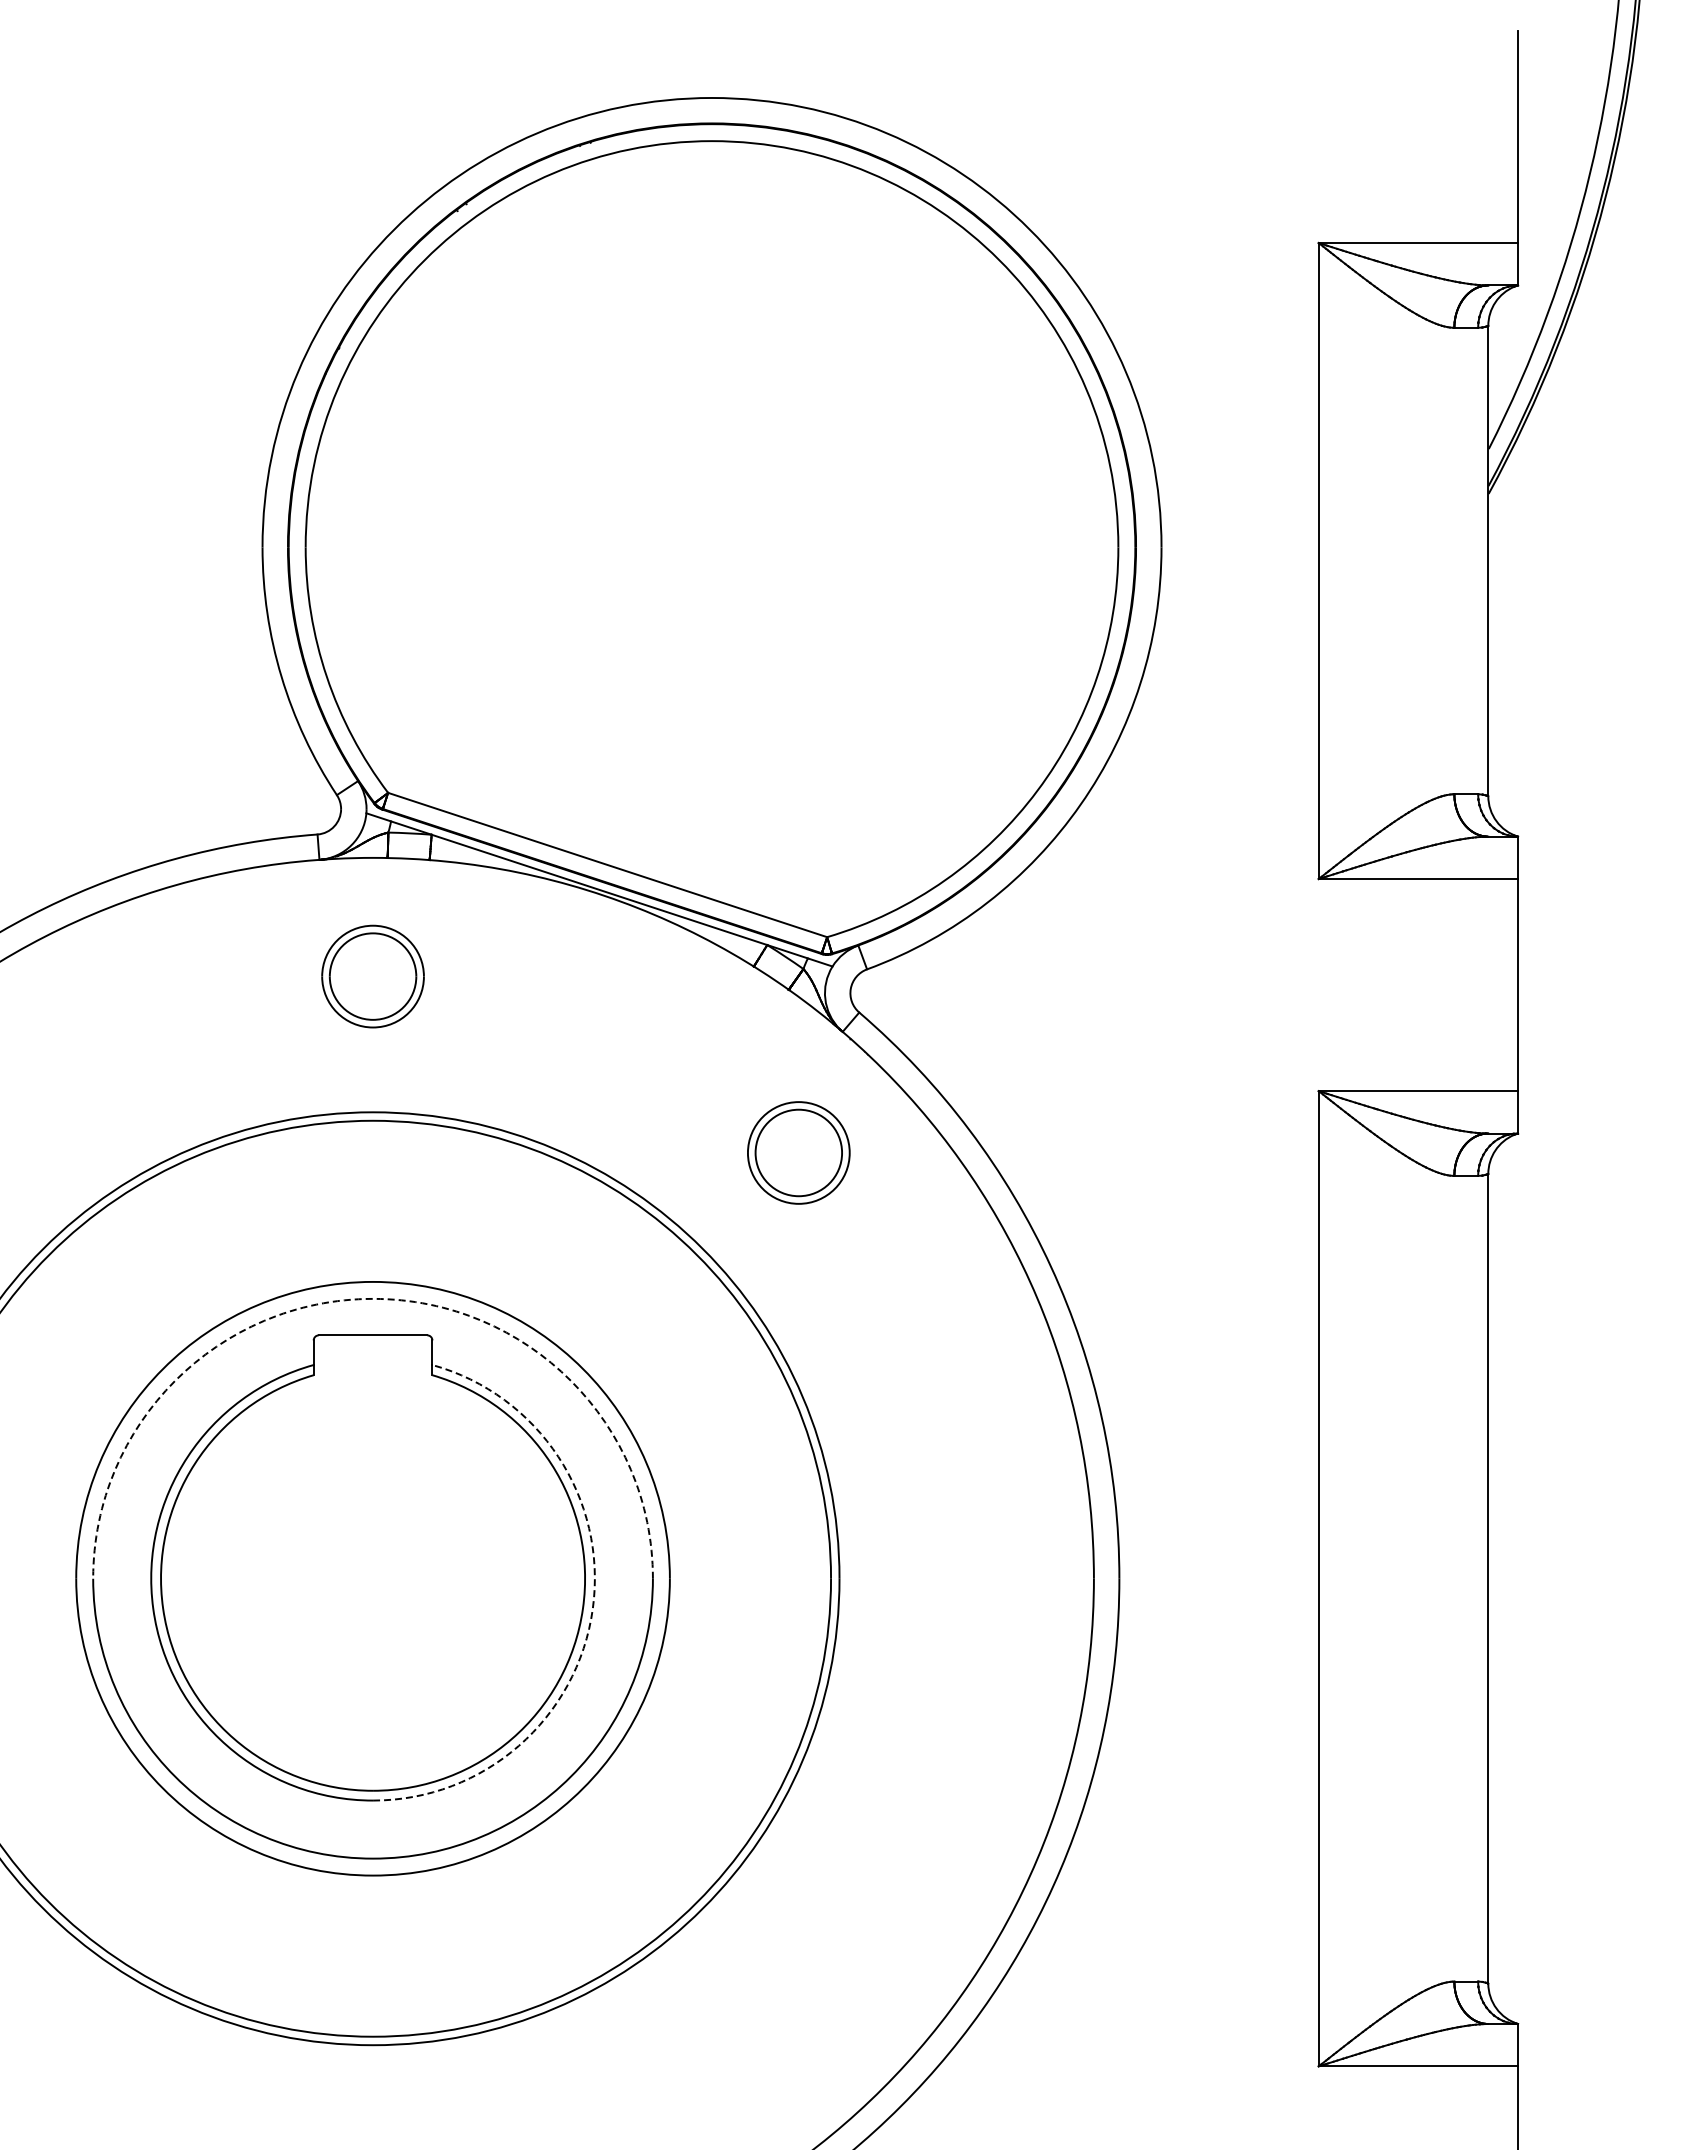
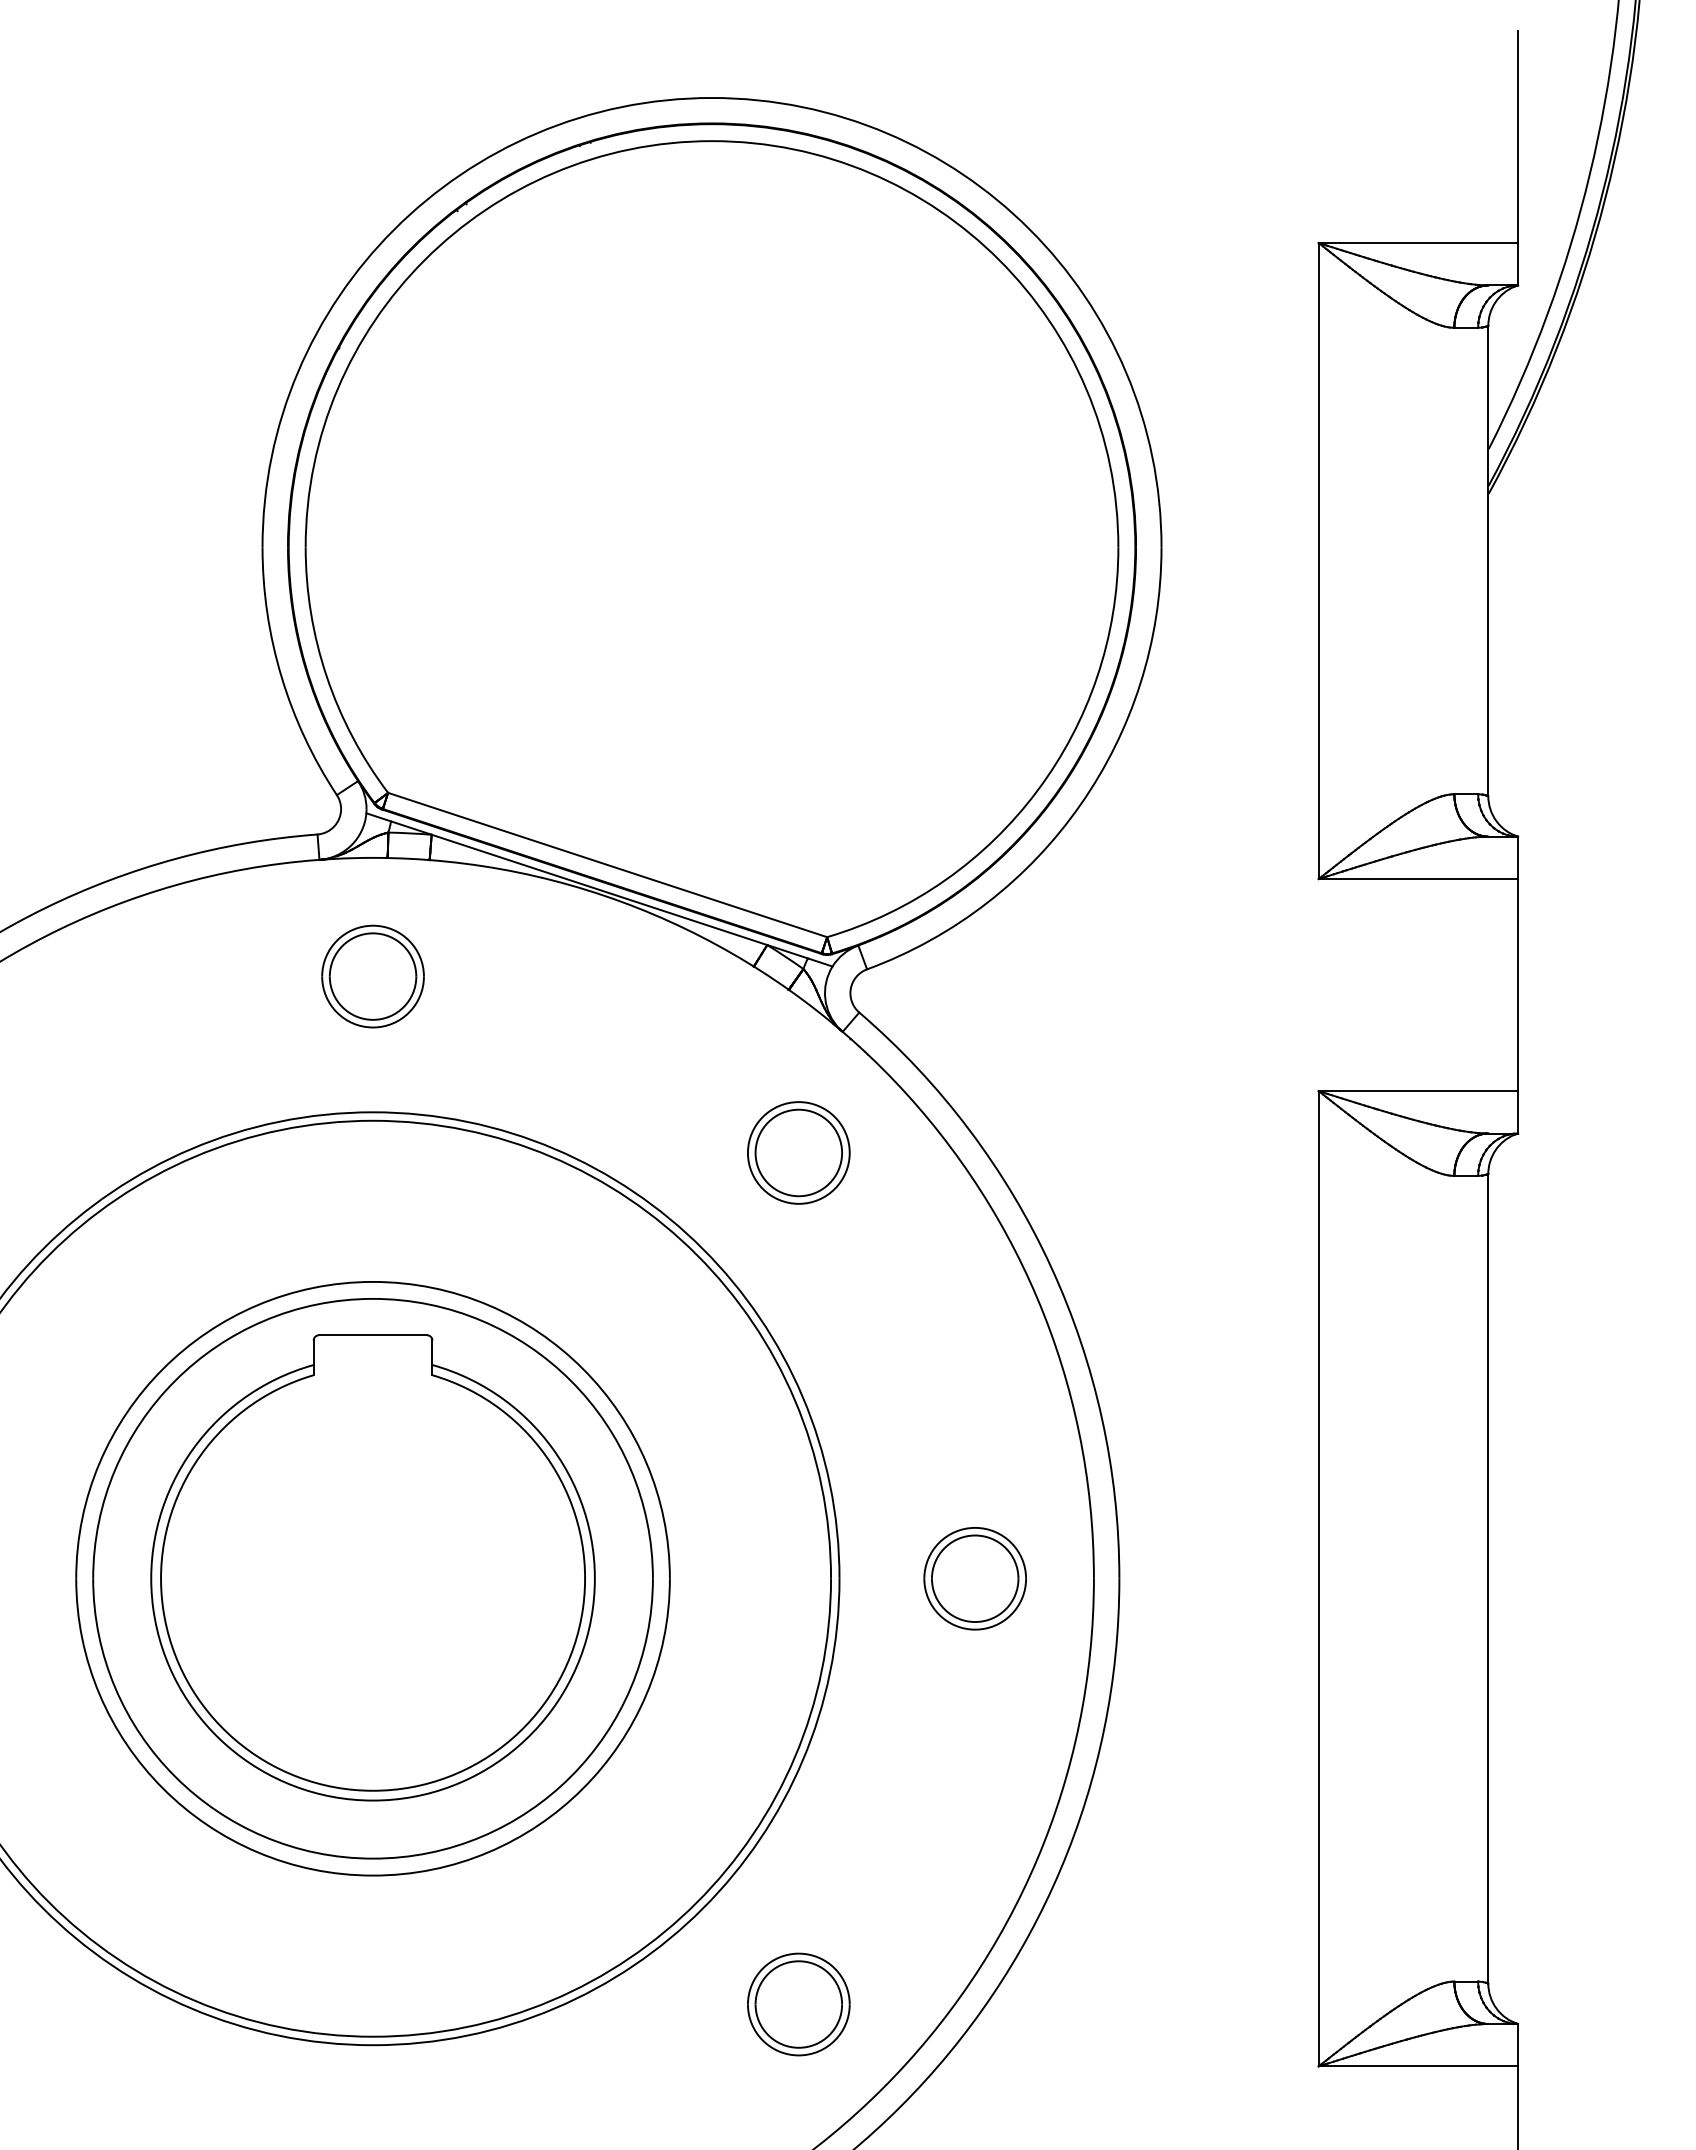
arc at (373, 1298): dashed -> solid
part at (974, 1578): none -> present
arc at (592, 1608): dashed -> solid
part at (798, 2004): none -> present
